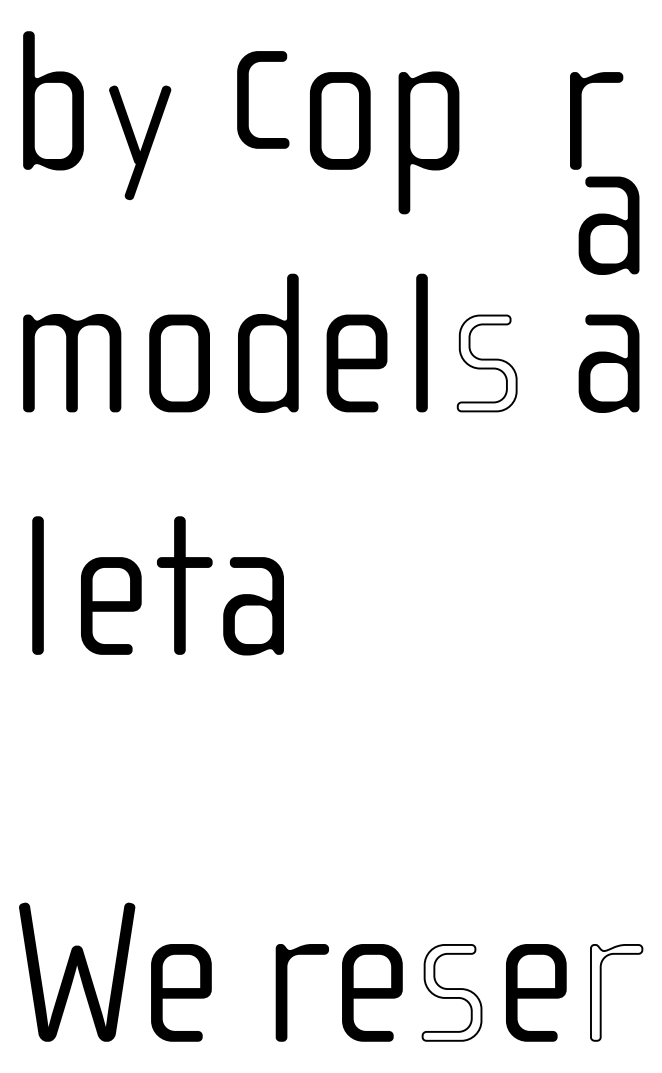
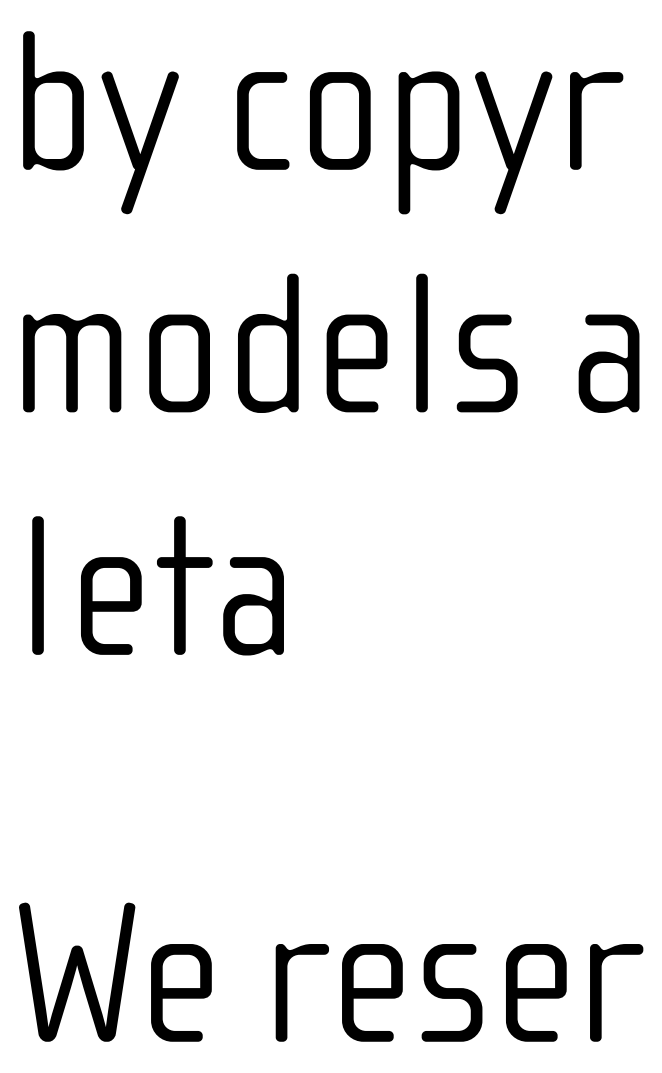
part at (248, 99) position: (248, 99) -> (248, 120)
part at (140, 142) size: 63x116 px -> 78x144 px
part at (513, 142): none -> present
part at (608, 225): present -> none
fill at (486, 363): none -> present
fill at (451, 992): none -> present
fill at (616, 992): none -> present
